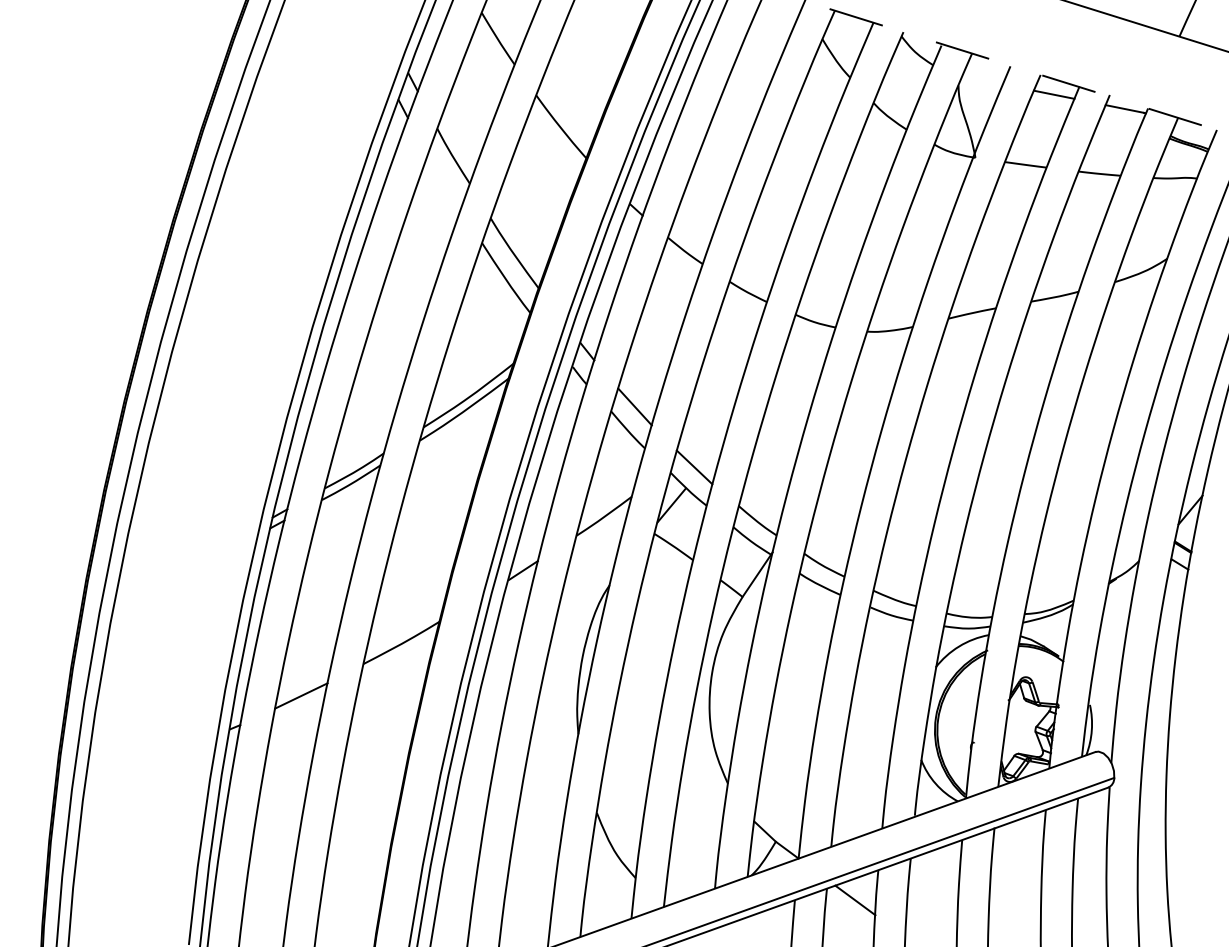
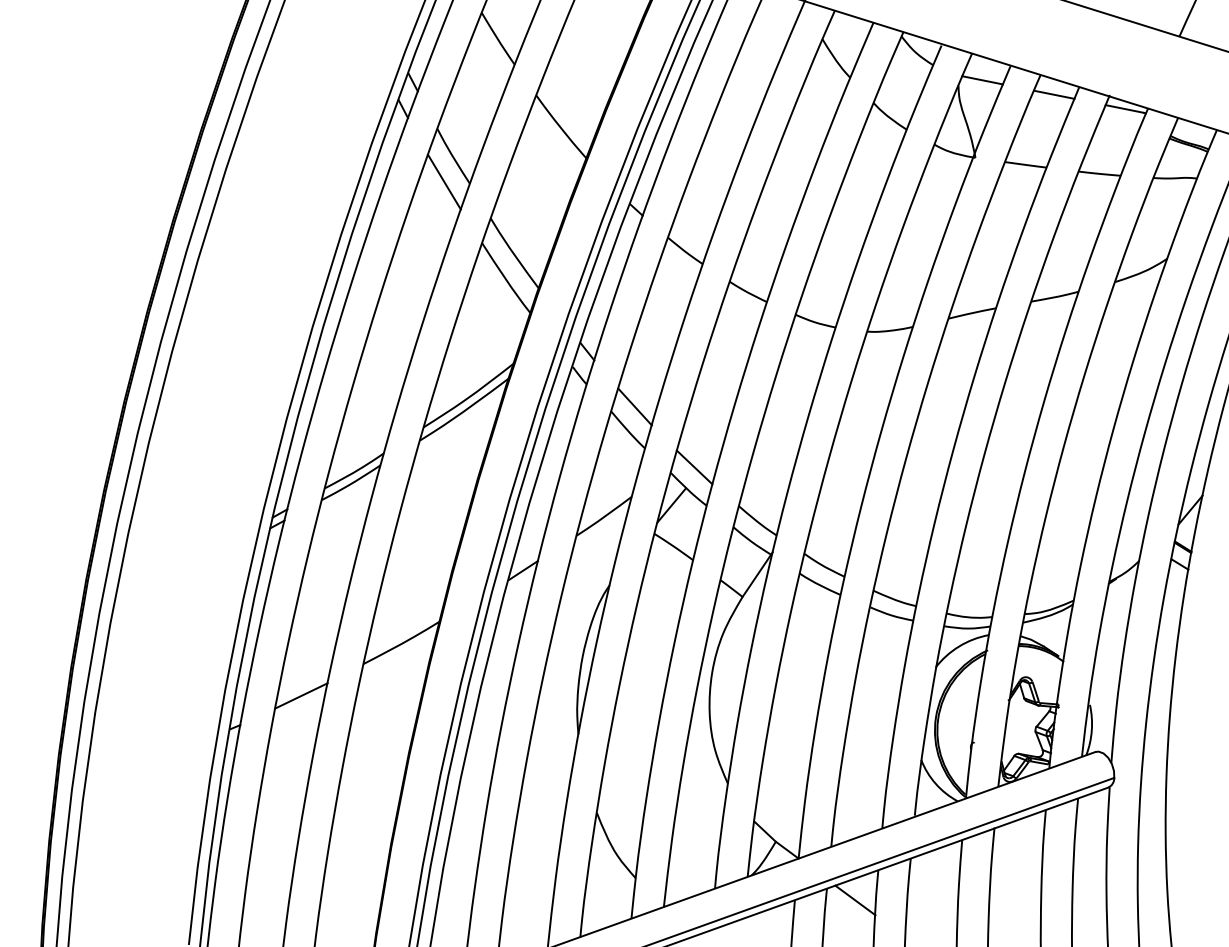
line at (1014, 66): dashed -> solid
line at (982, 80): none -> present
line at (444, 181): none -> present
